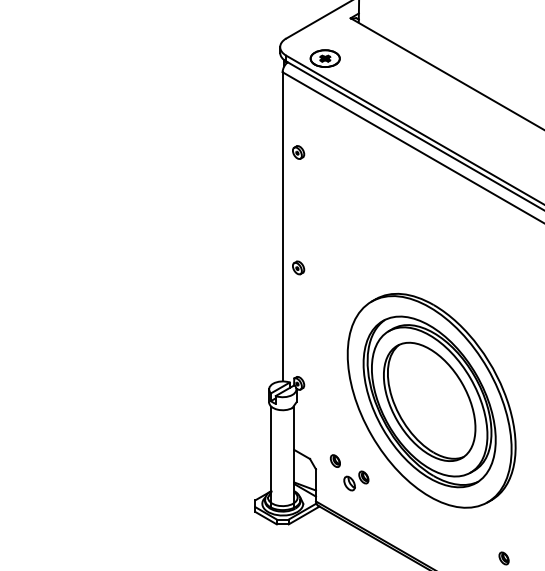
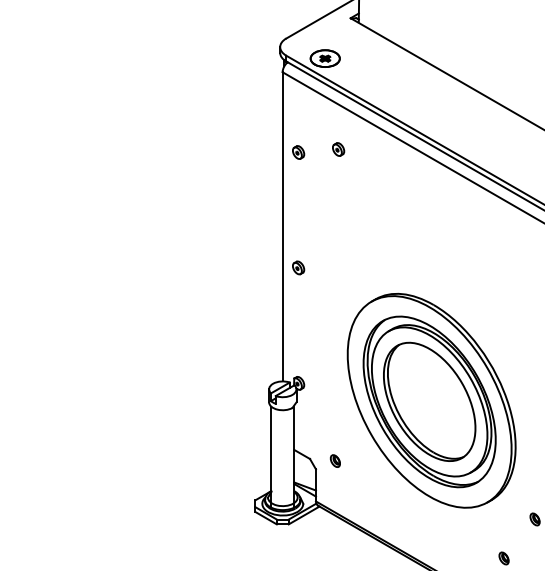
part at (338, 149): none -> present
part at (356, 480): present -> none
part at (534, 519): none -> present
